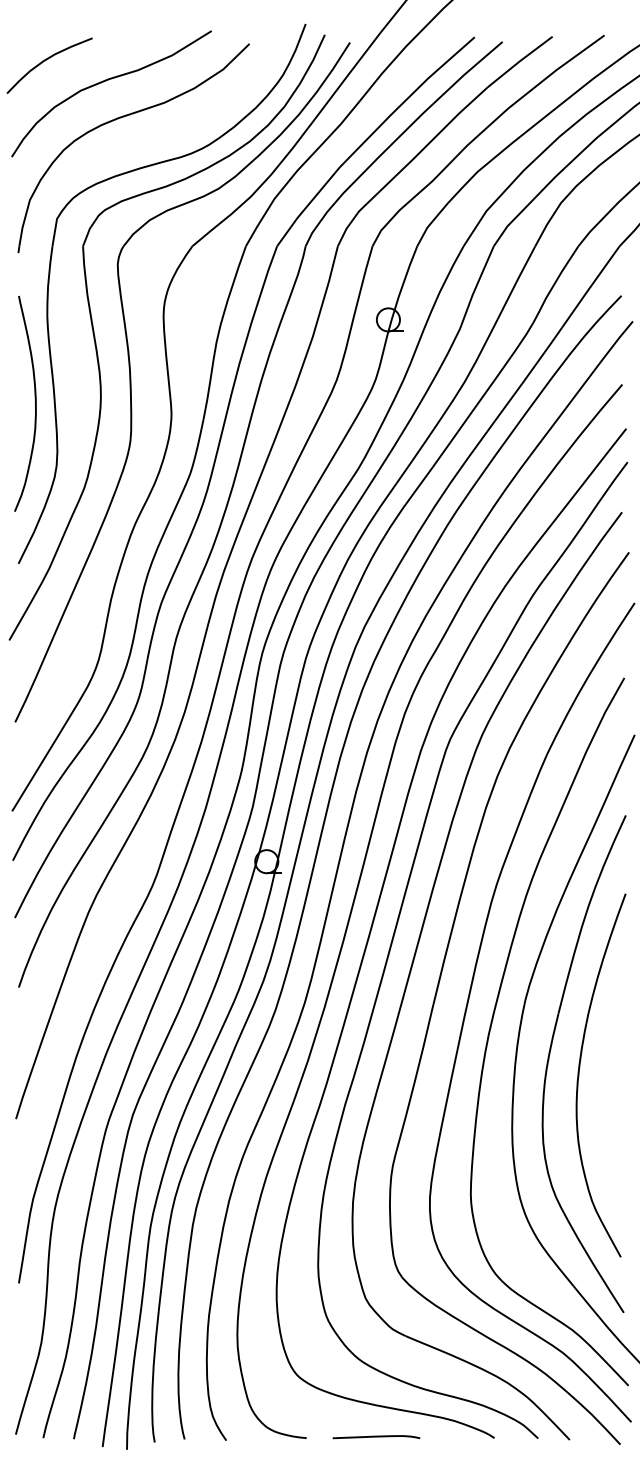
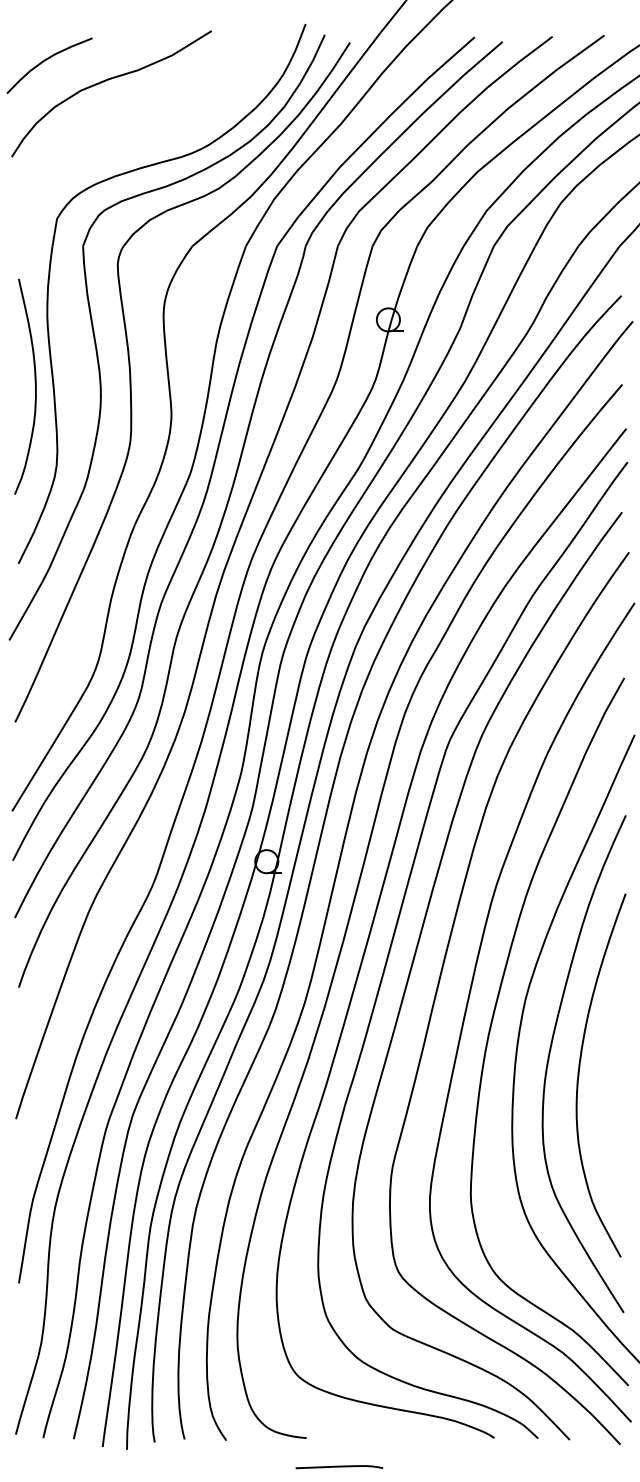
part at (124, 117): present -> none
curve at (35, 403) position: (35, 403) -> (35, 386)
curve at (376, 1437) position: (376, 1437) -> (339, 1467)
